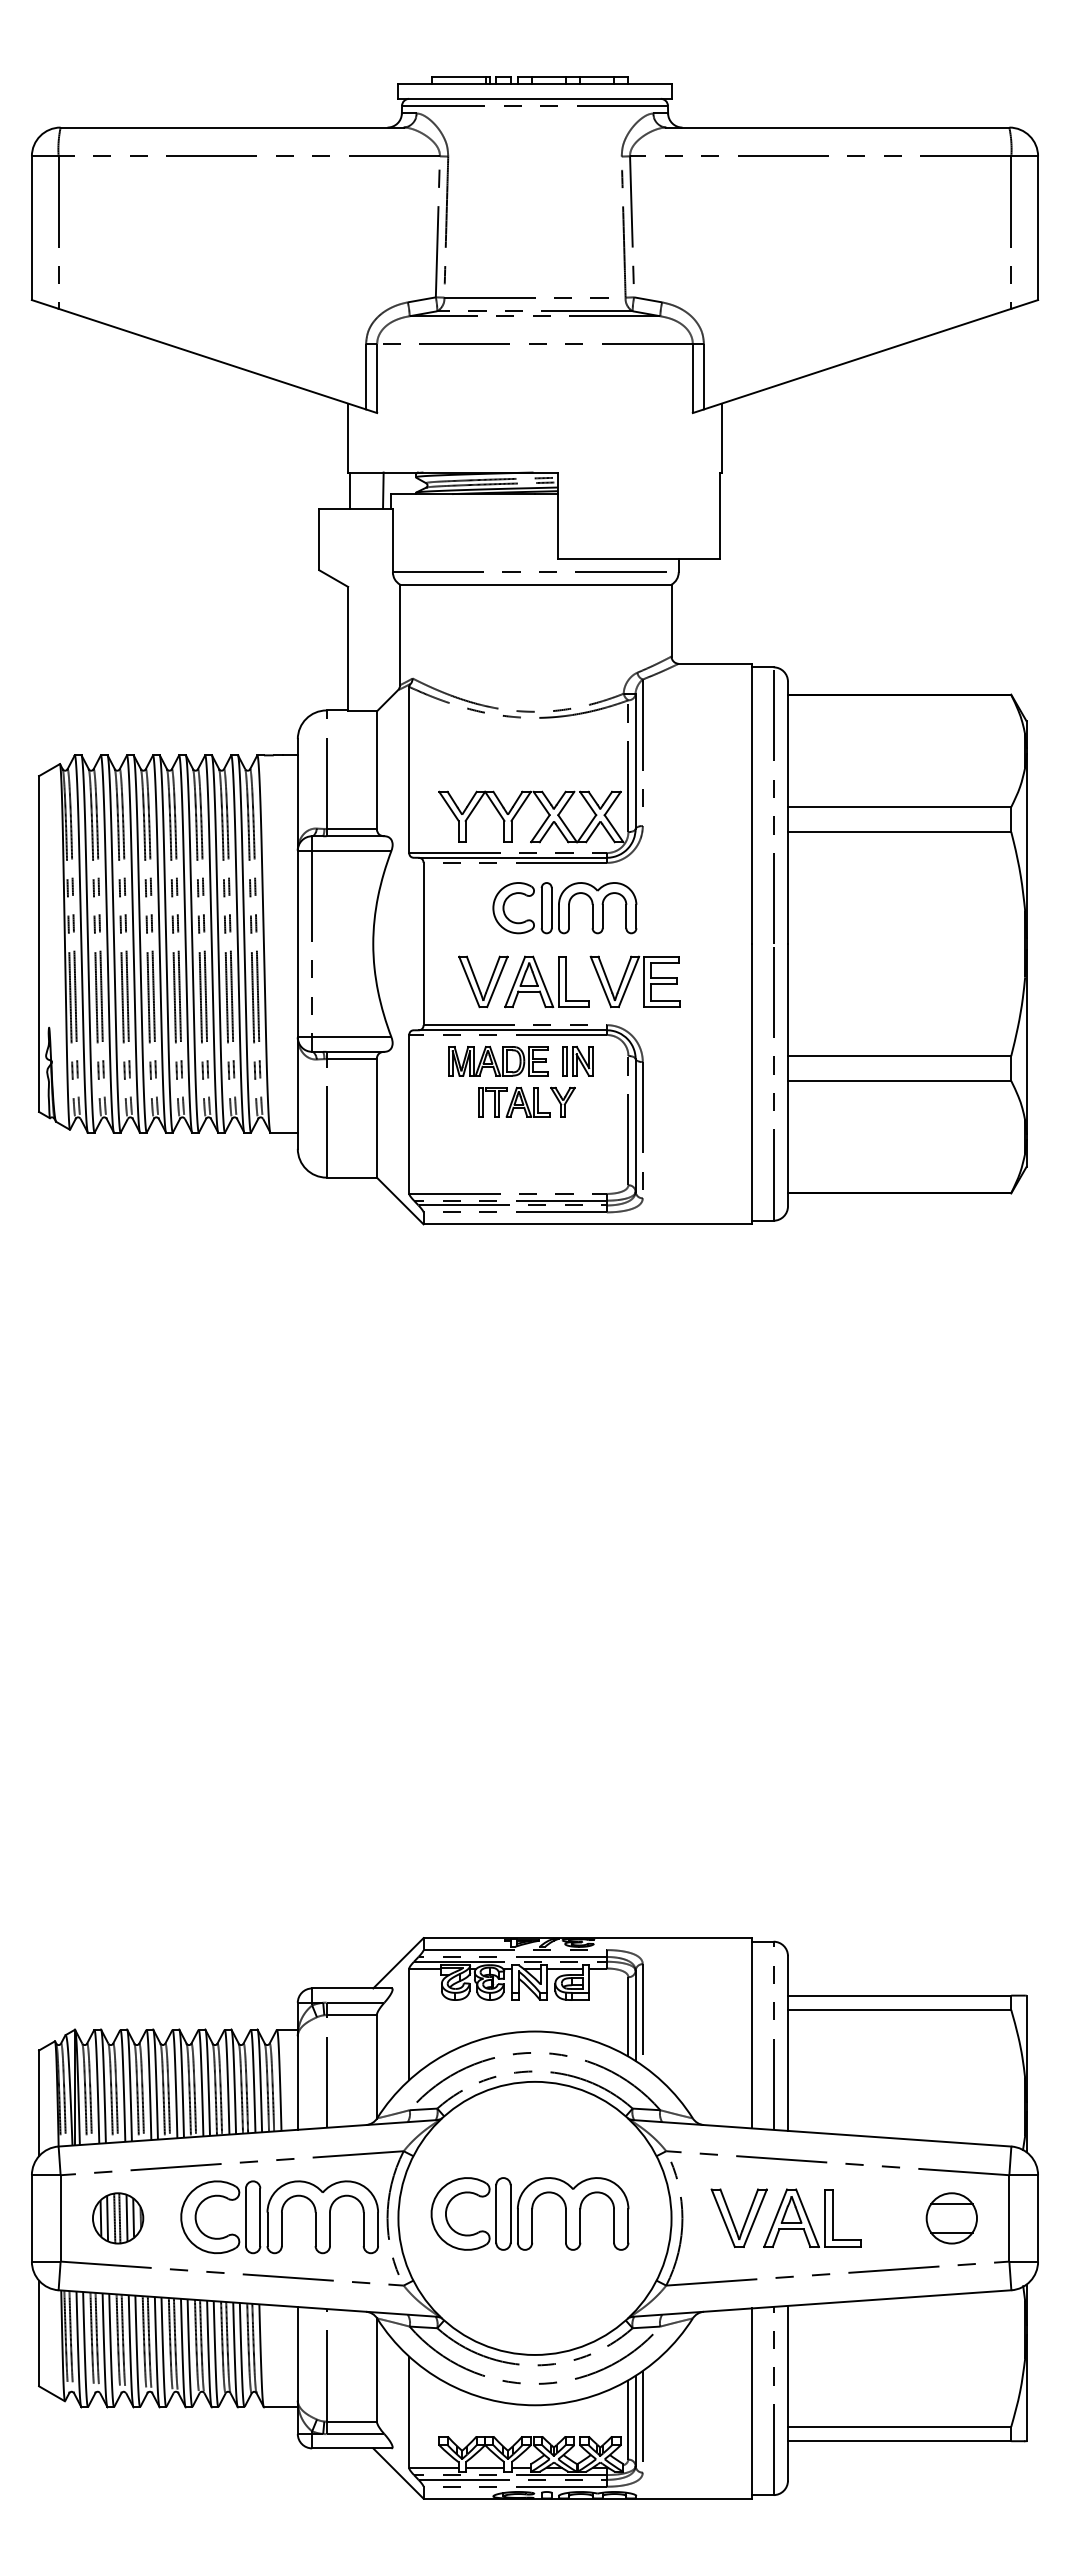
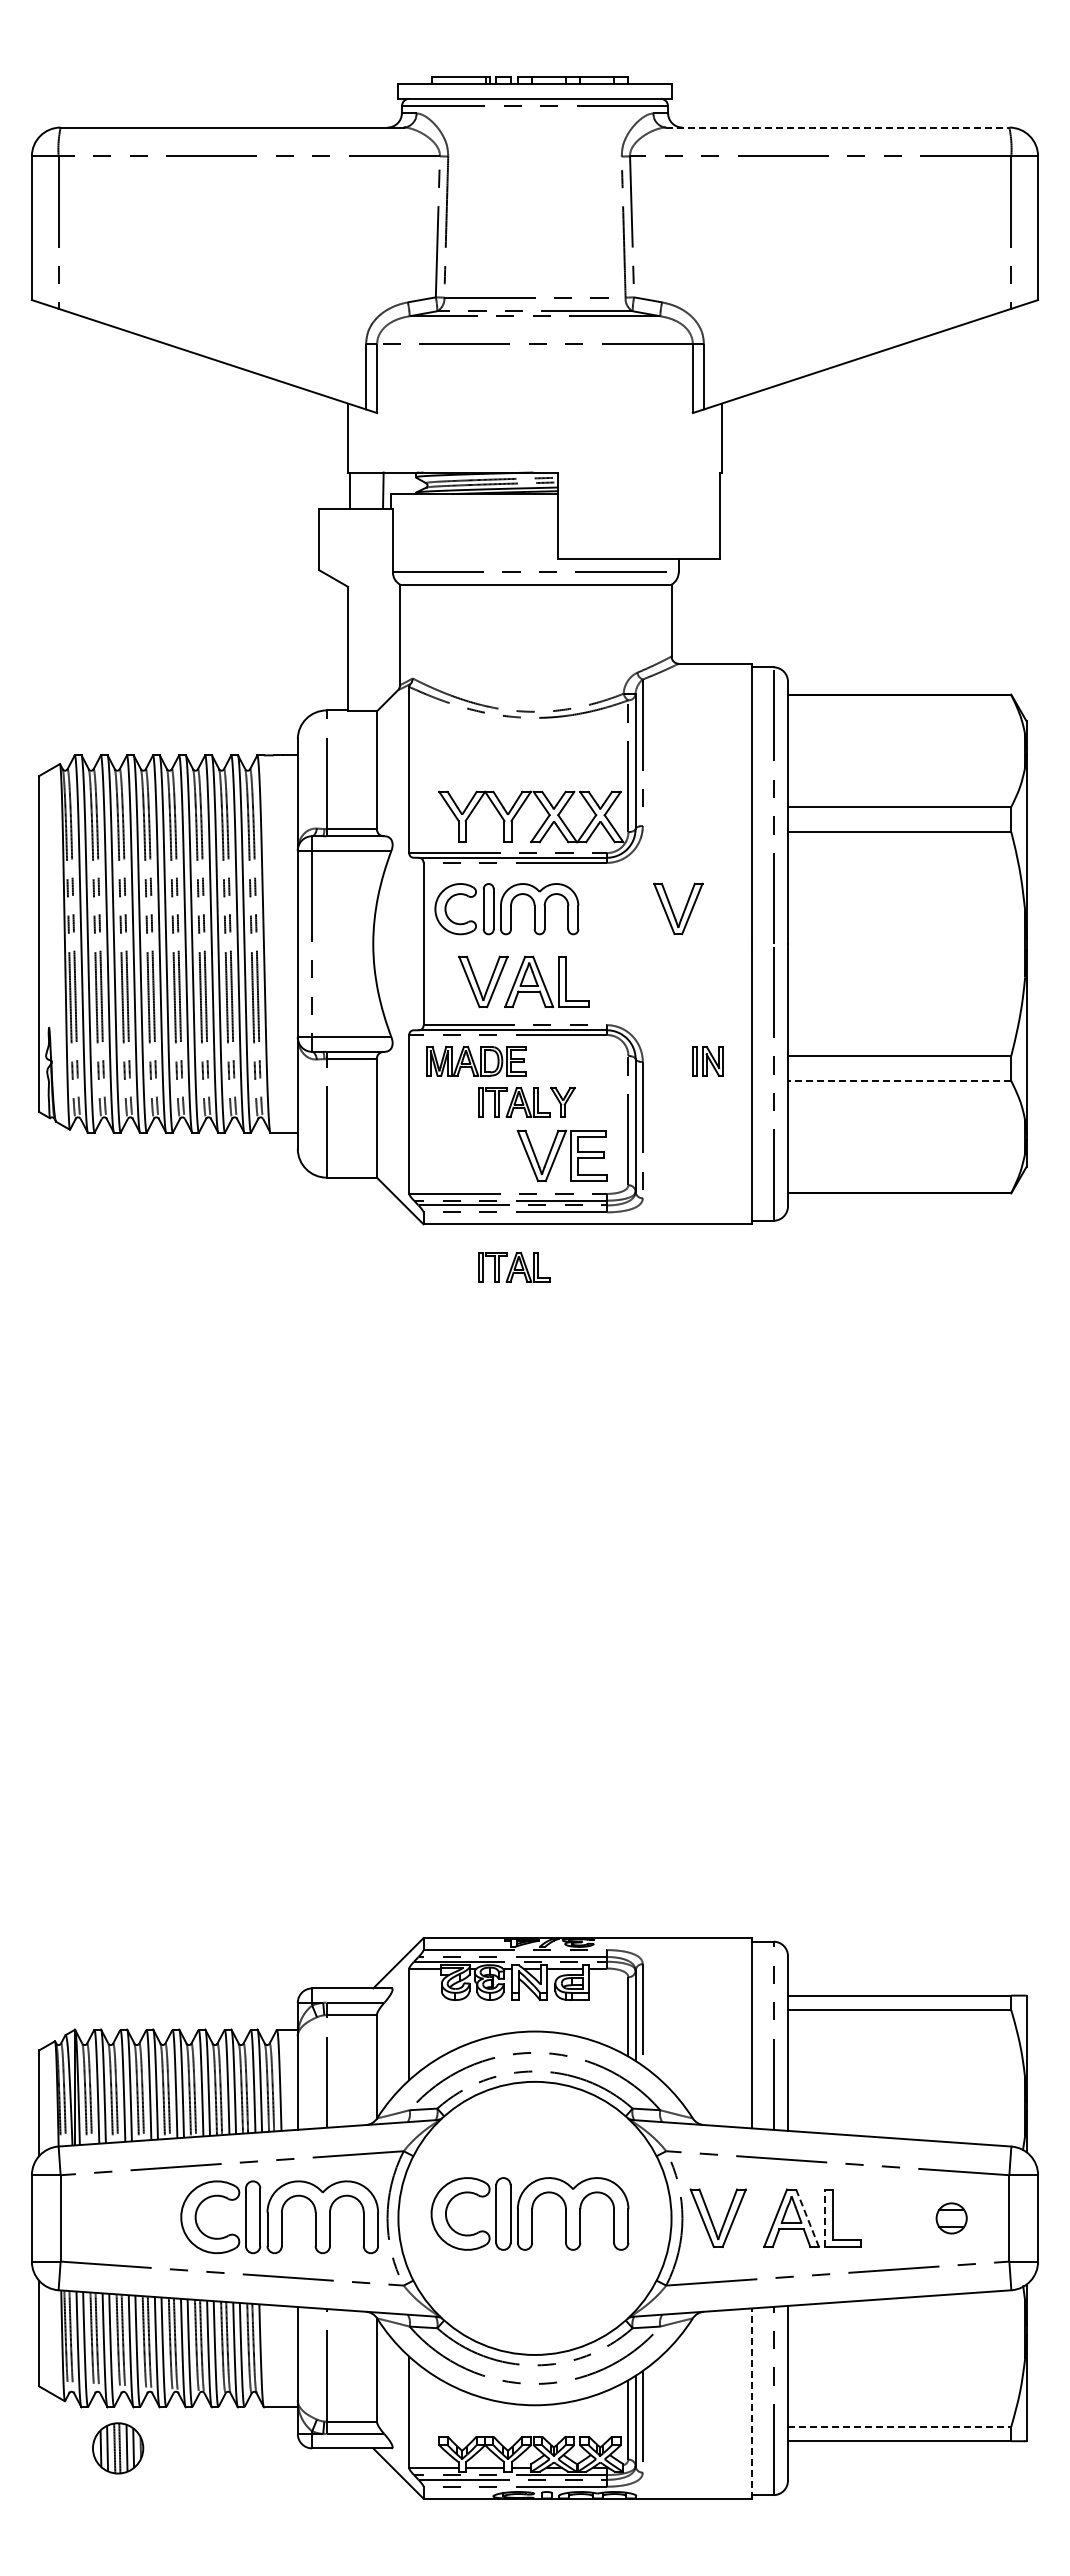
line at (837, 127): solid -> dashed
part at (564, 908) position: (564, 908) -> (506, 909)
part at (678, 908): none -> present
part at (634, 981) position: (634, 981) -> (561, 1155)
part at (498, 1060) position: (498, 1060) -> (476, 1060)
part at (577, 1061) position: (577, 1061) -> (707, 1061)
line at (899, 1080): solid -> dashed
part at (514, 1267): none -> present
part at (738, 2217) position: (738, 2217) -> (717, 2217)
part at (118, 2218) position: (118, 2218) -> (118, 2448)
line at (807, 2218): solid -> dashed
line at (825, 2218): solid -> dashed
part at (951, 2218) size: 53x53 px -> 33x33 px
line at (752, 2403): solid -> dashed
line at (899, 2426): solid -> dashed
